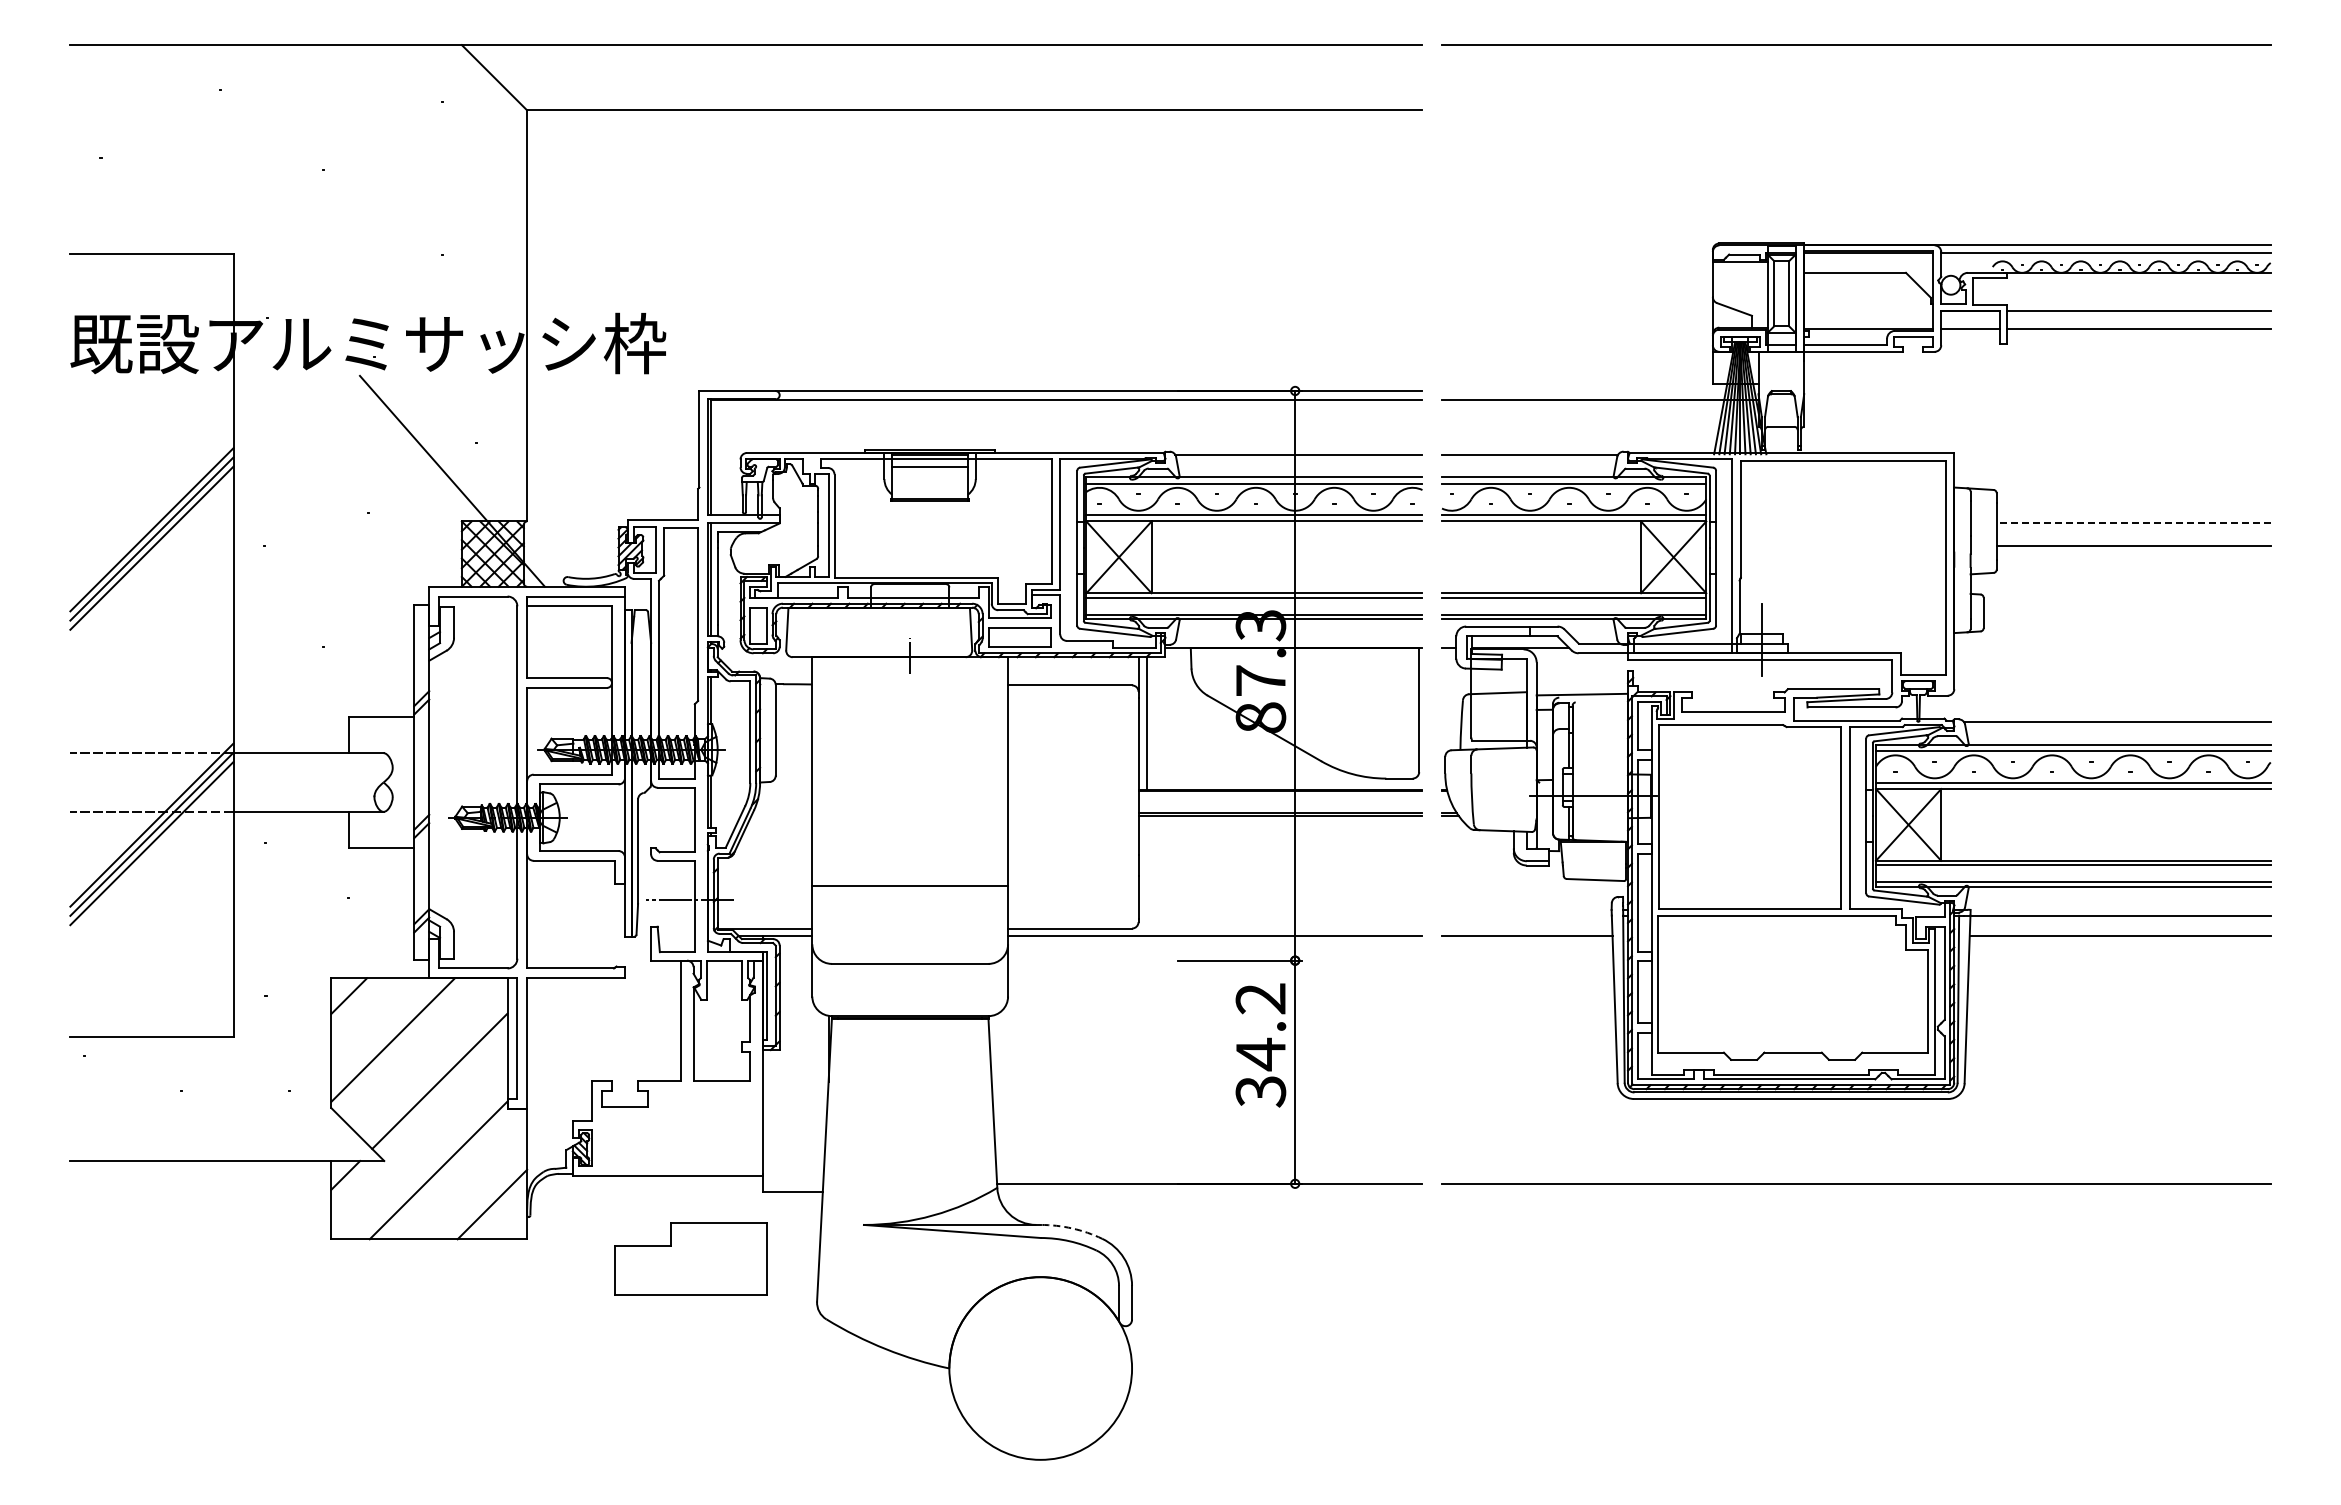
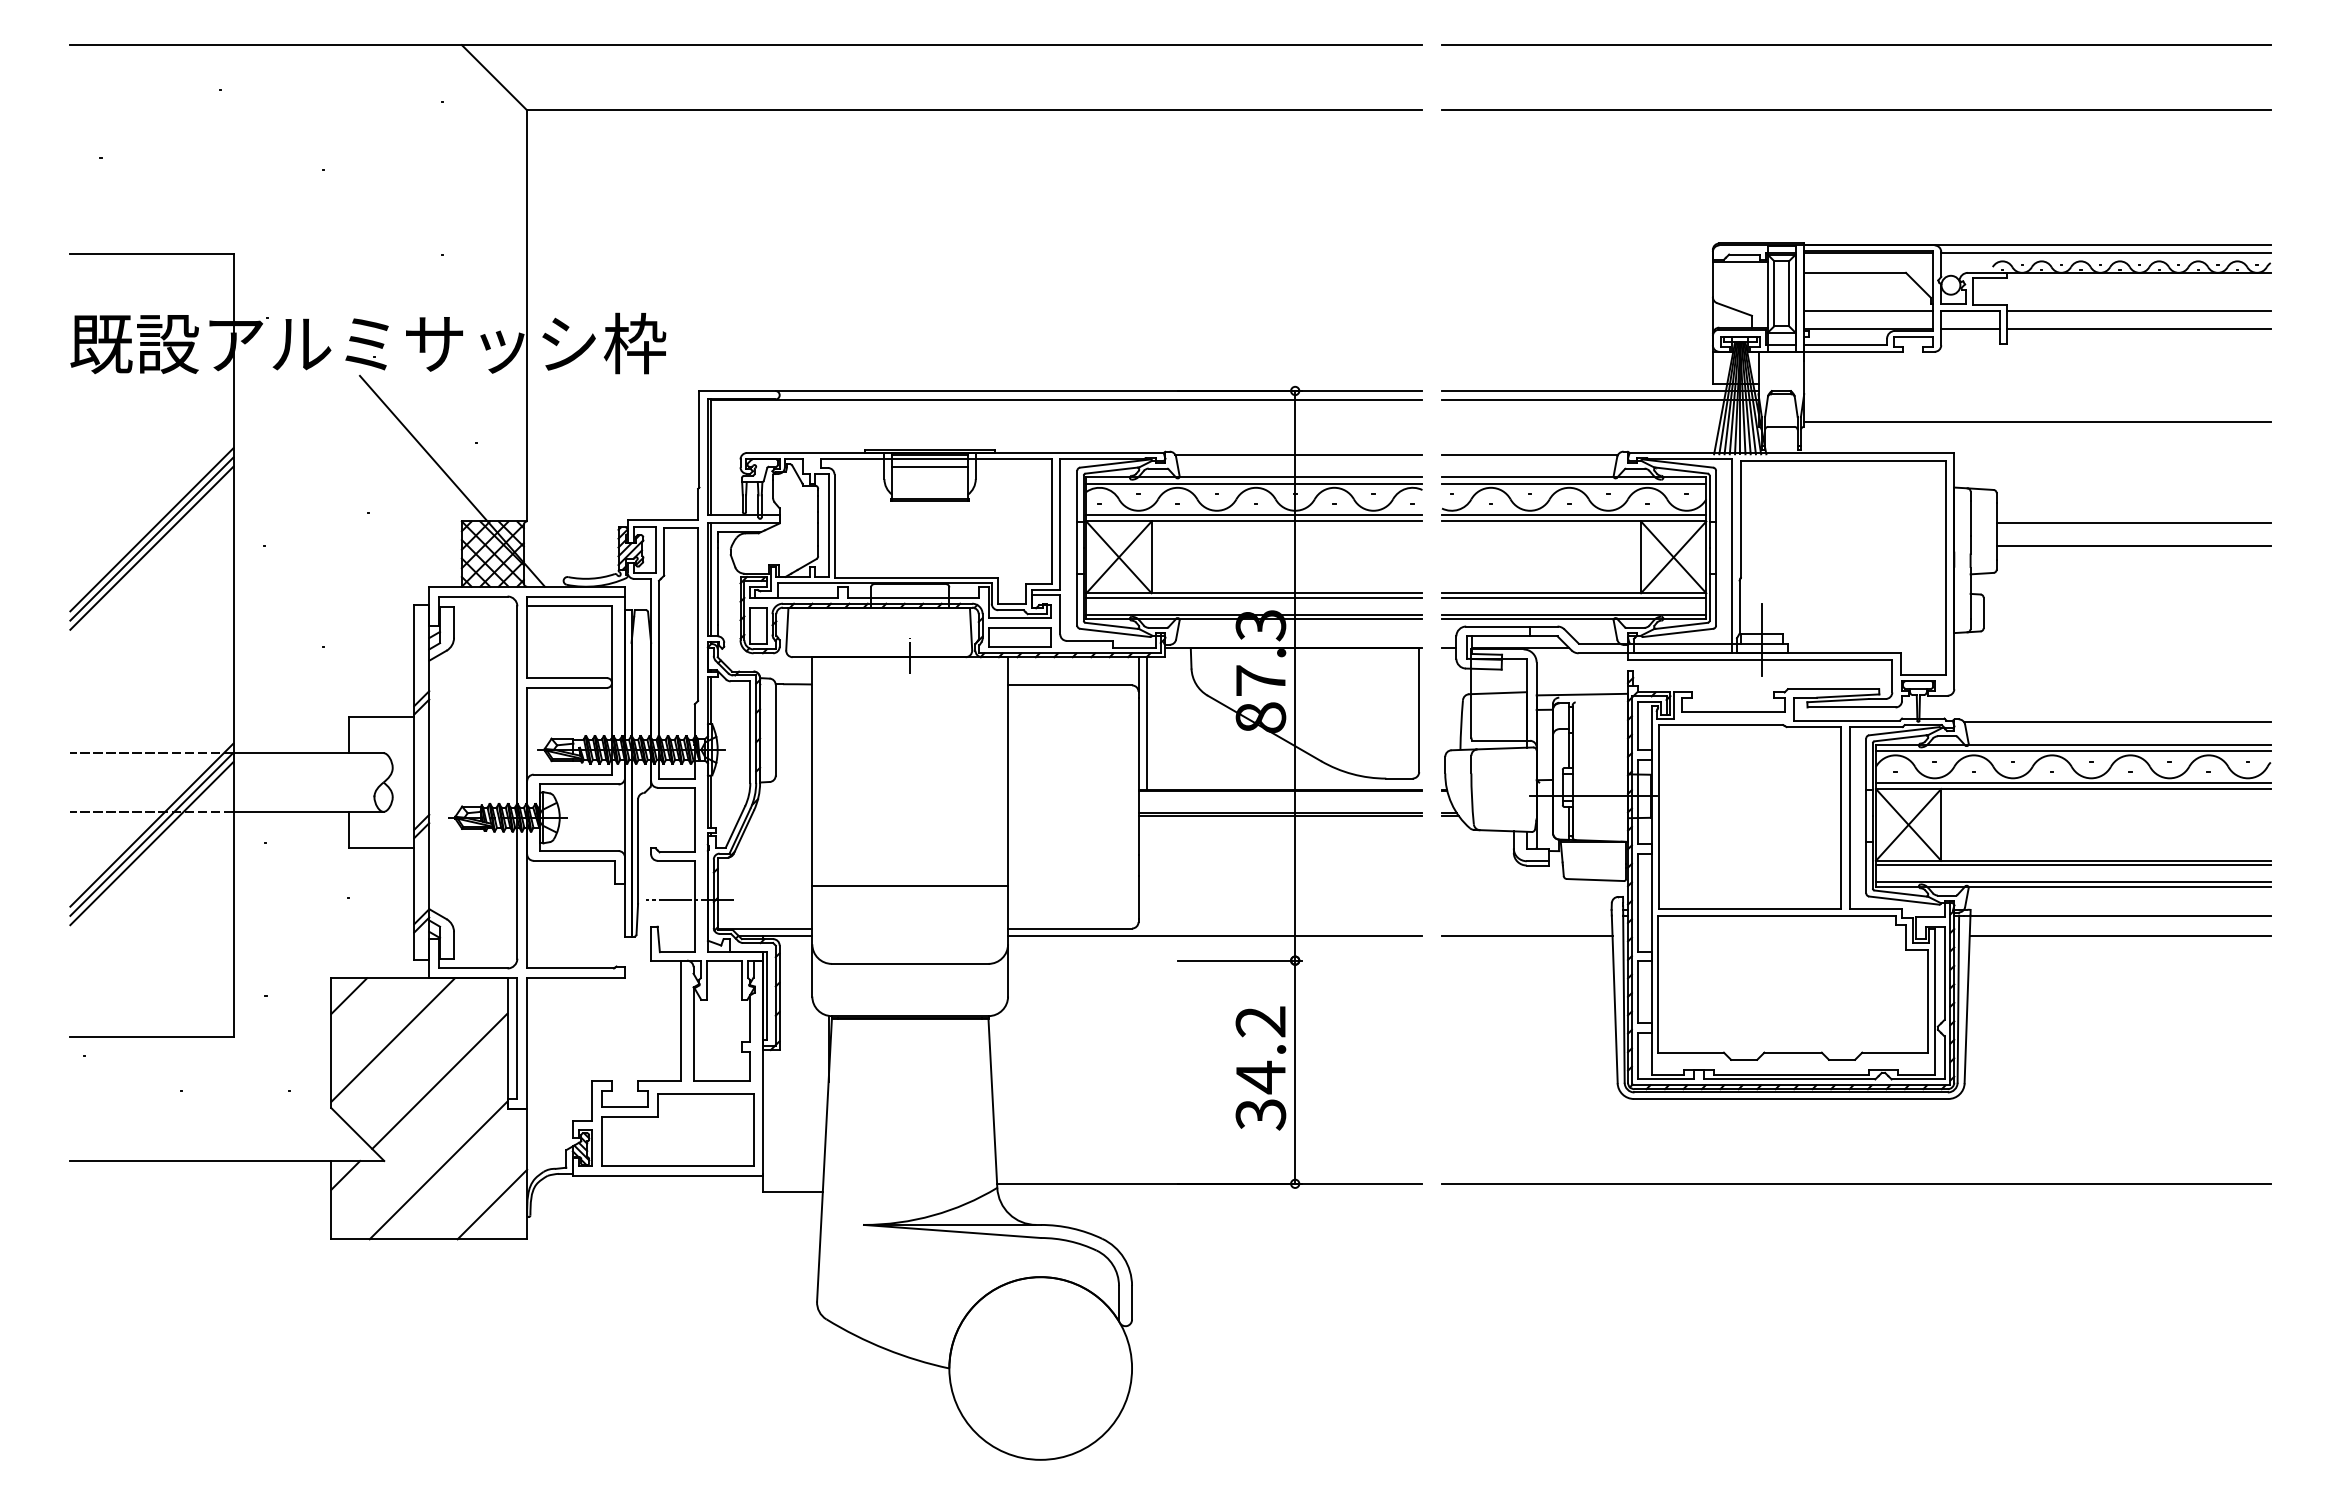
line at (1856, 110): none -> present
line at (1868, 311): none -> present
line at (1600, 390): none -> present
line at (2037, 421): none -> present
line at (2133, 523): dashed -> solid
text at (1260, 1045) position: (1260, 1045) -> (1260, 1068)
arc at (1072, 1228): dashed -> solid
part at (690, 1258) position: (690, 1258) -> (677, 1129)
